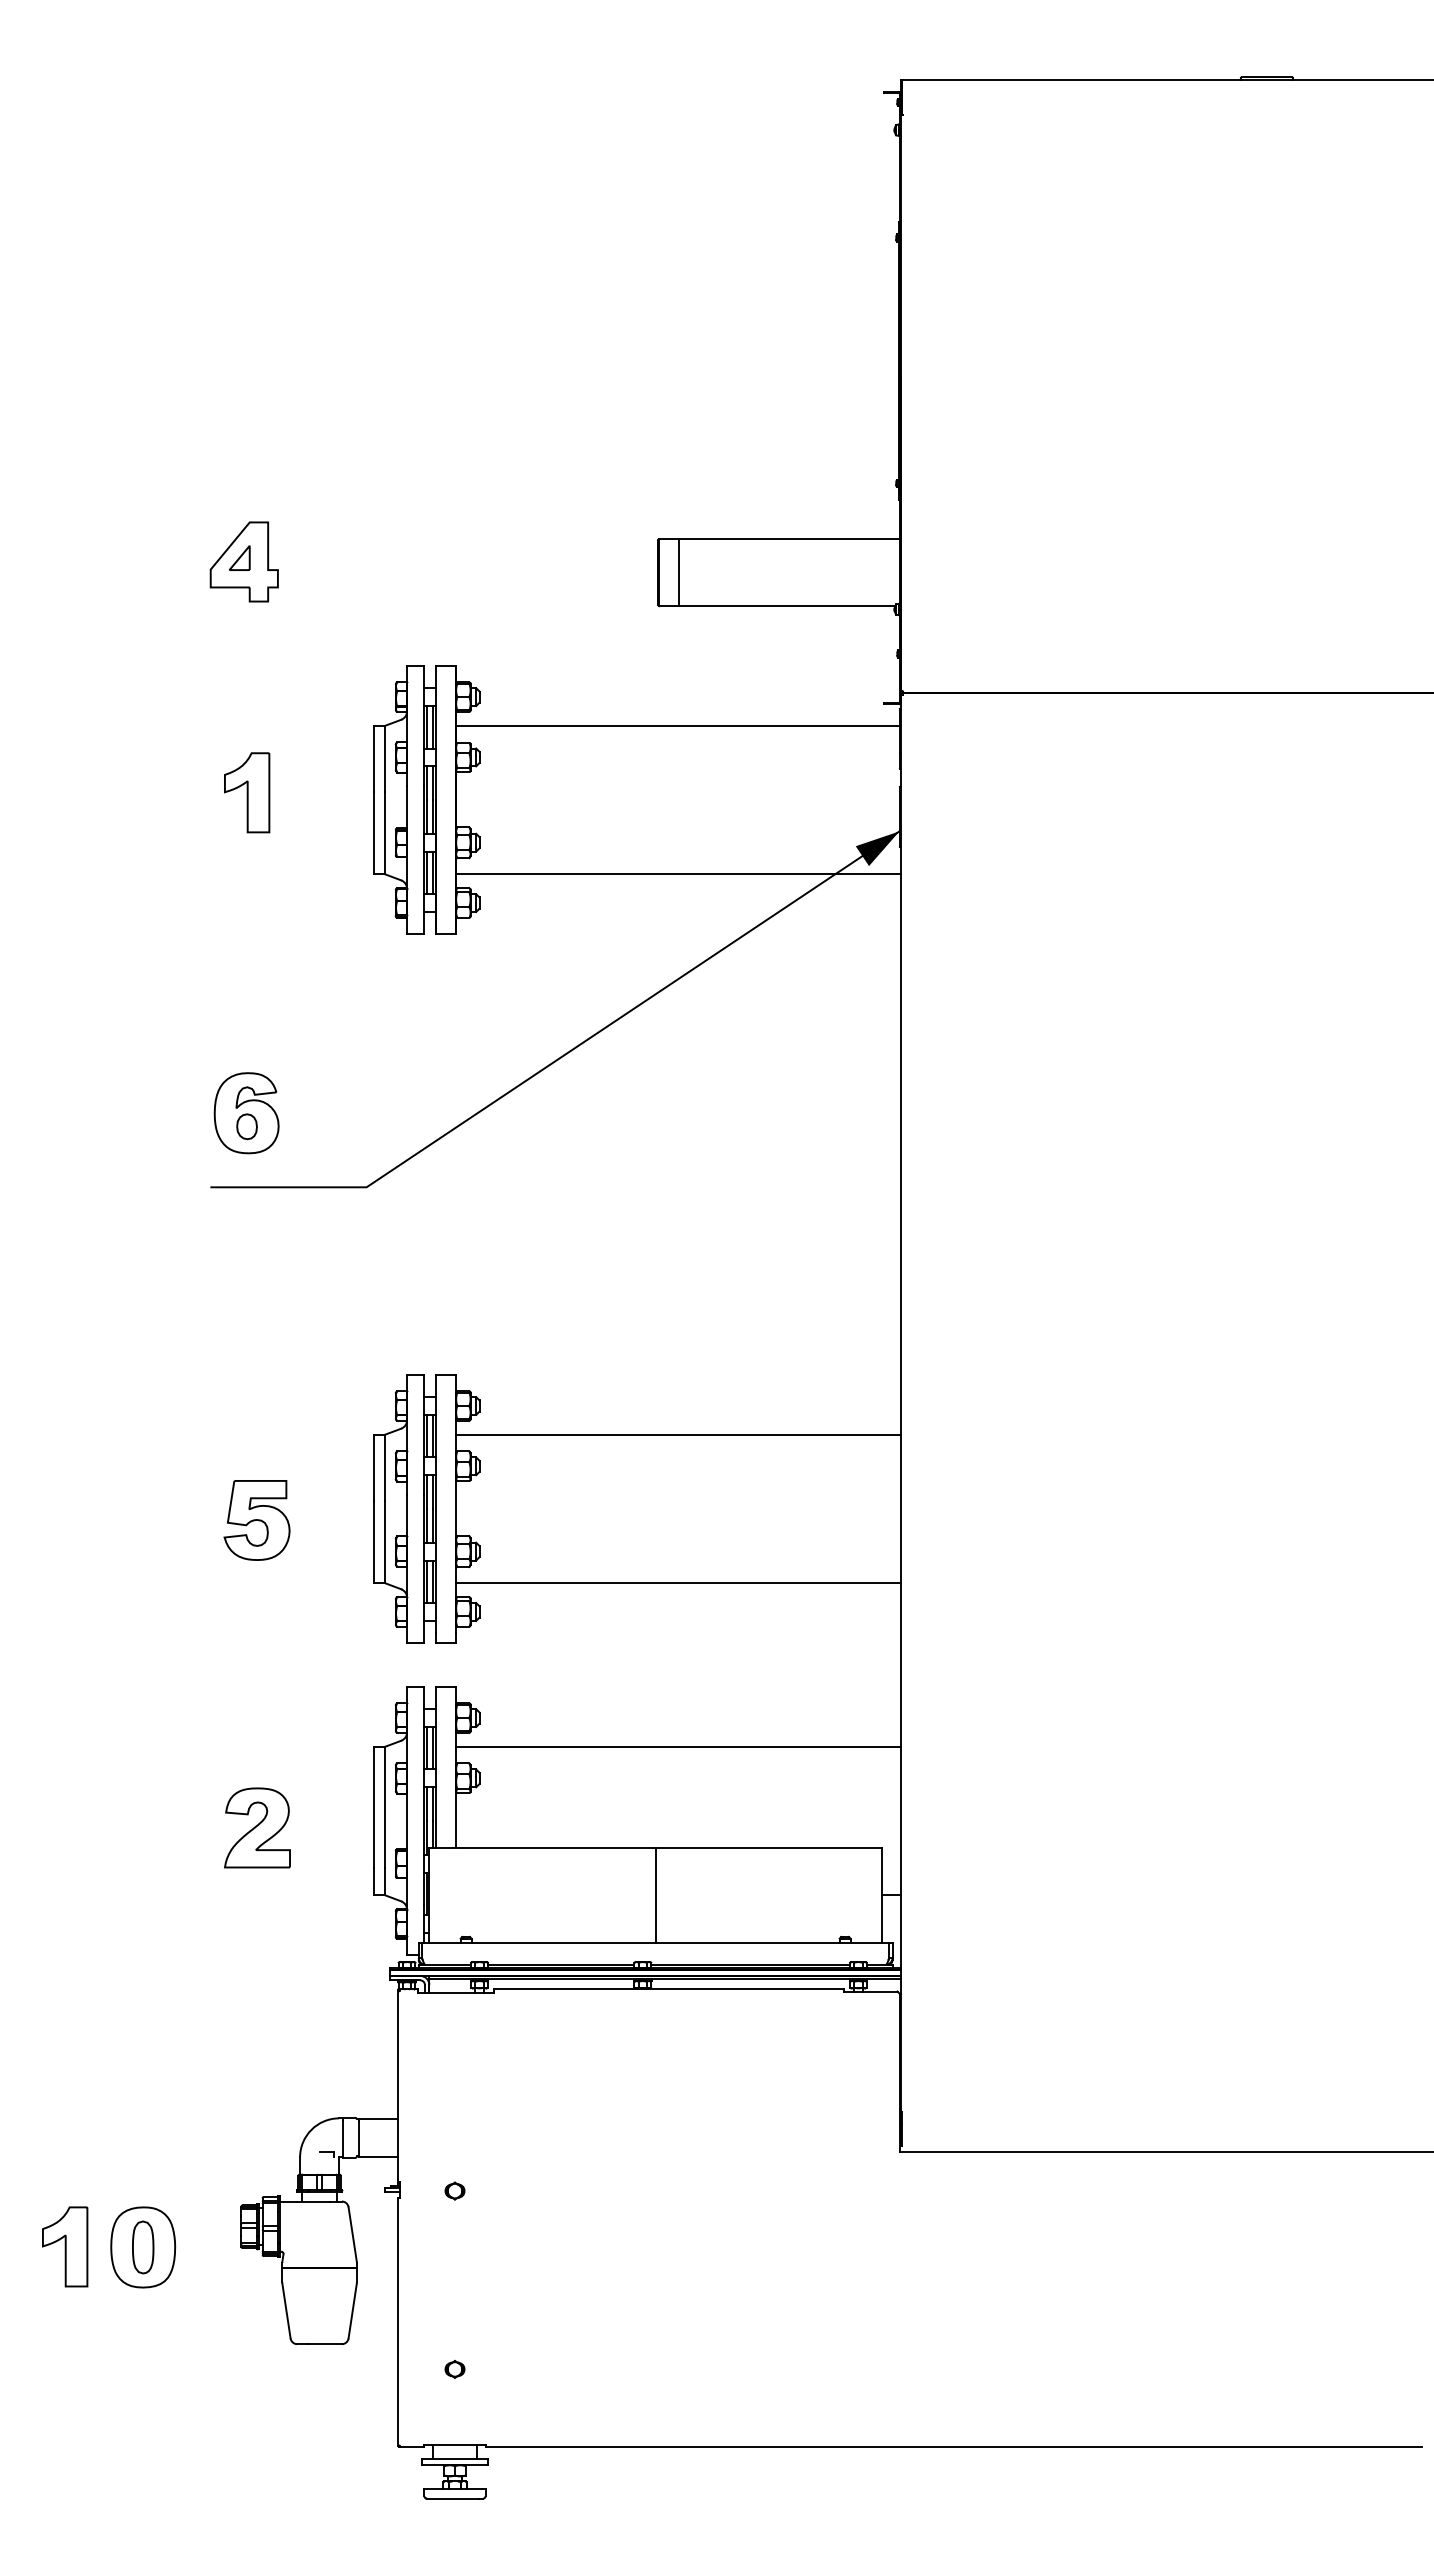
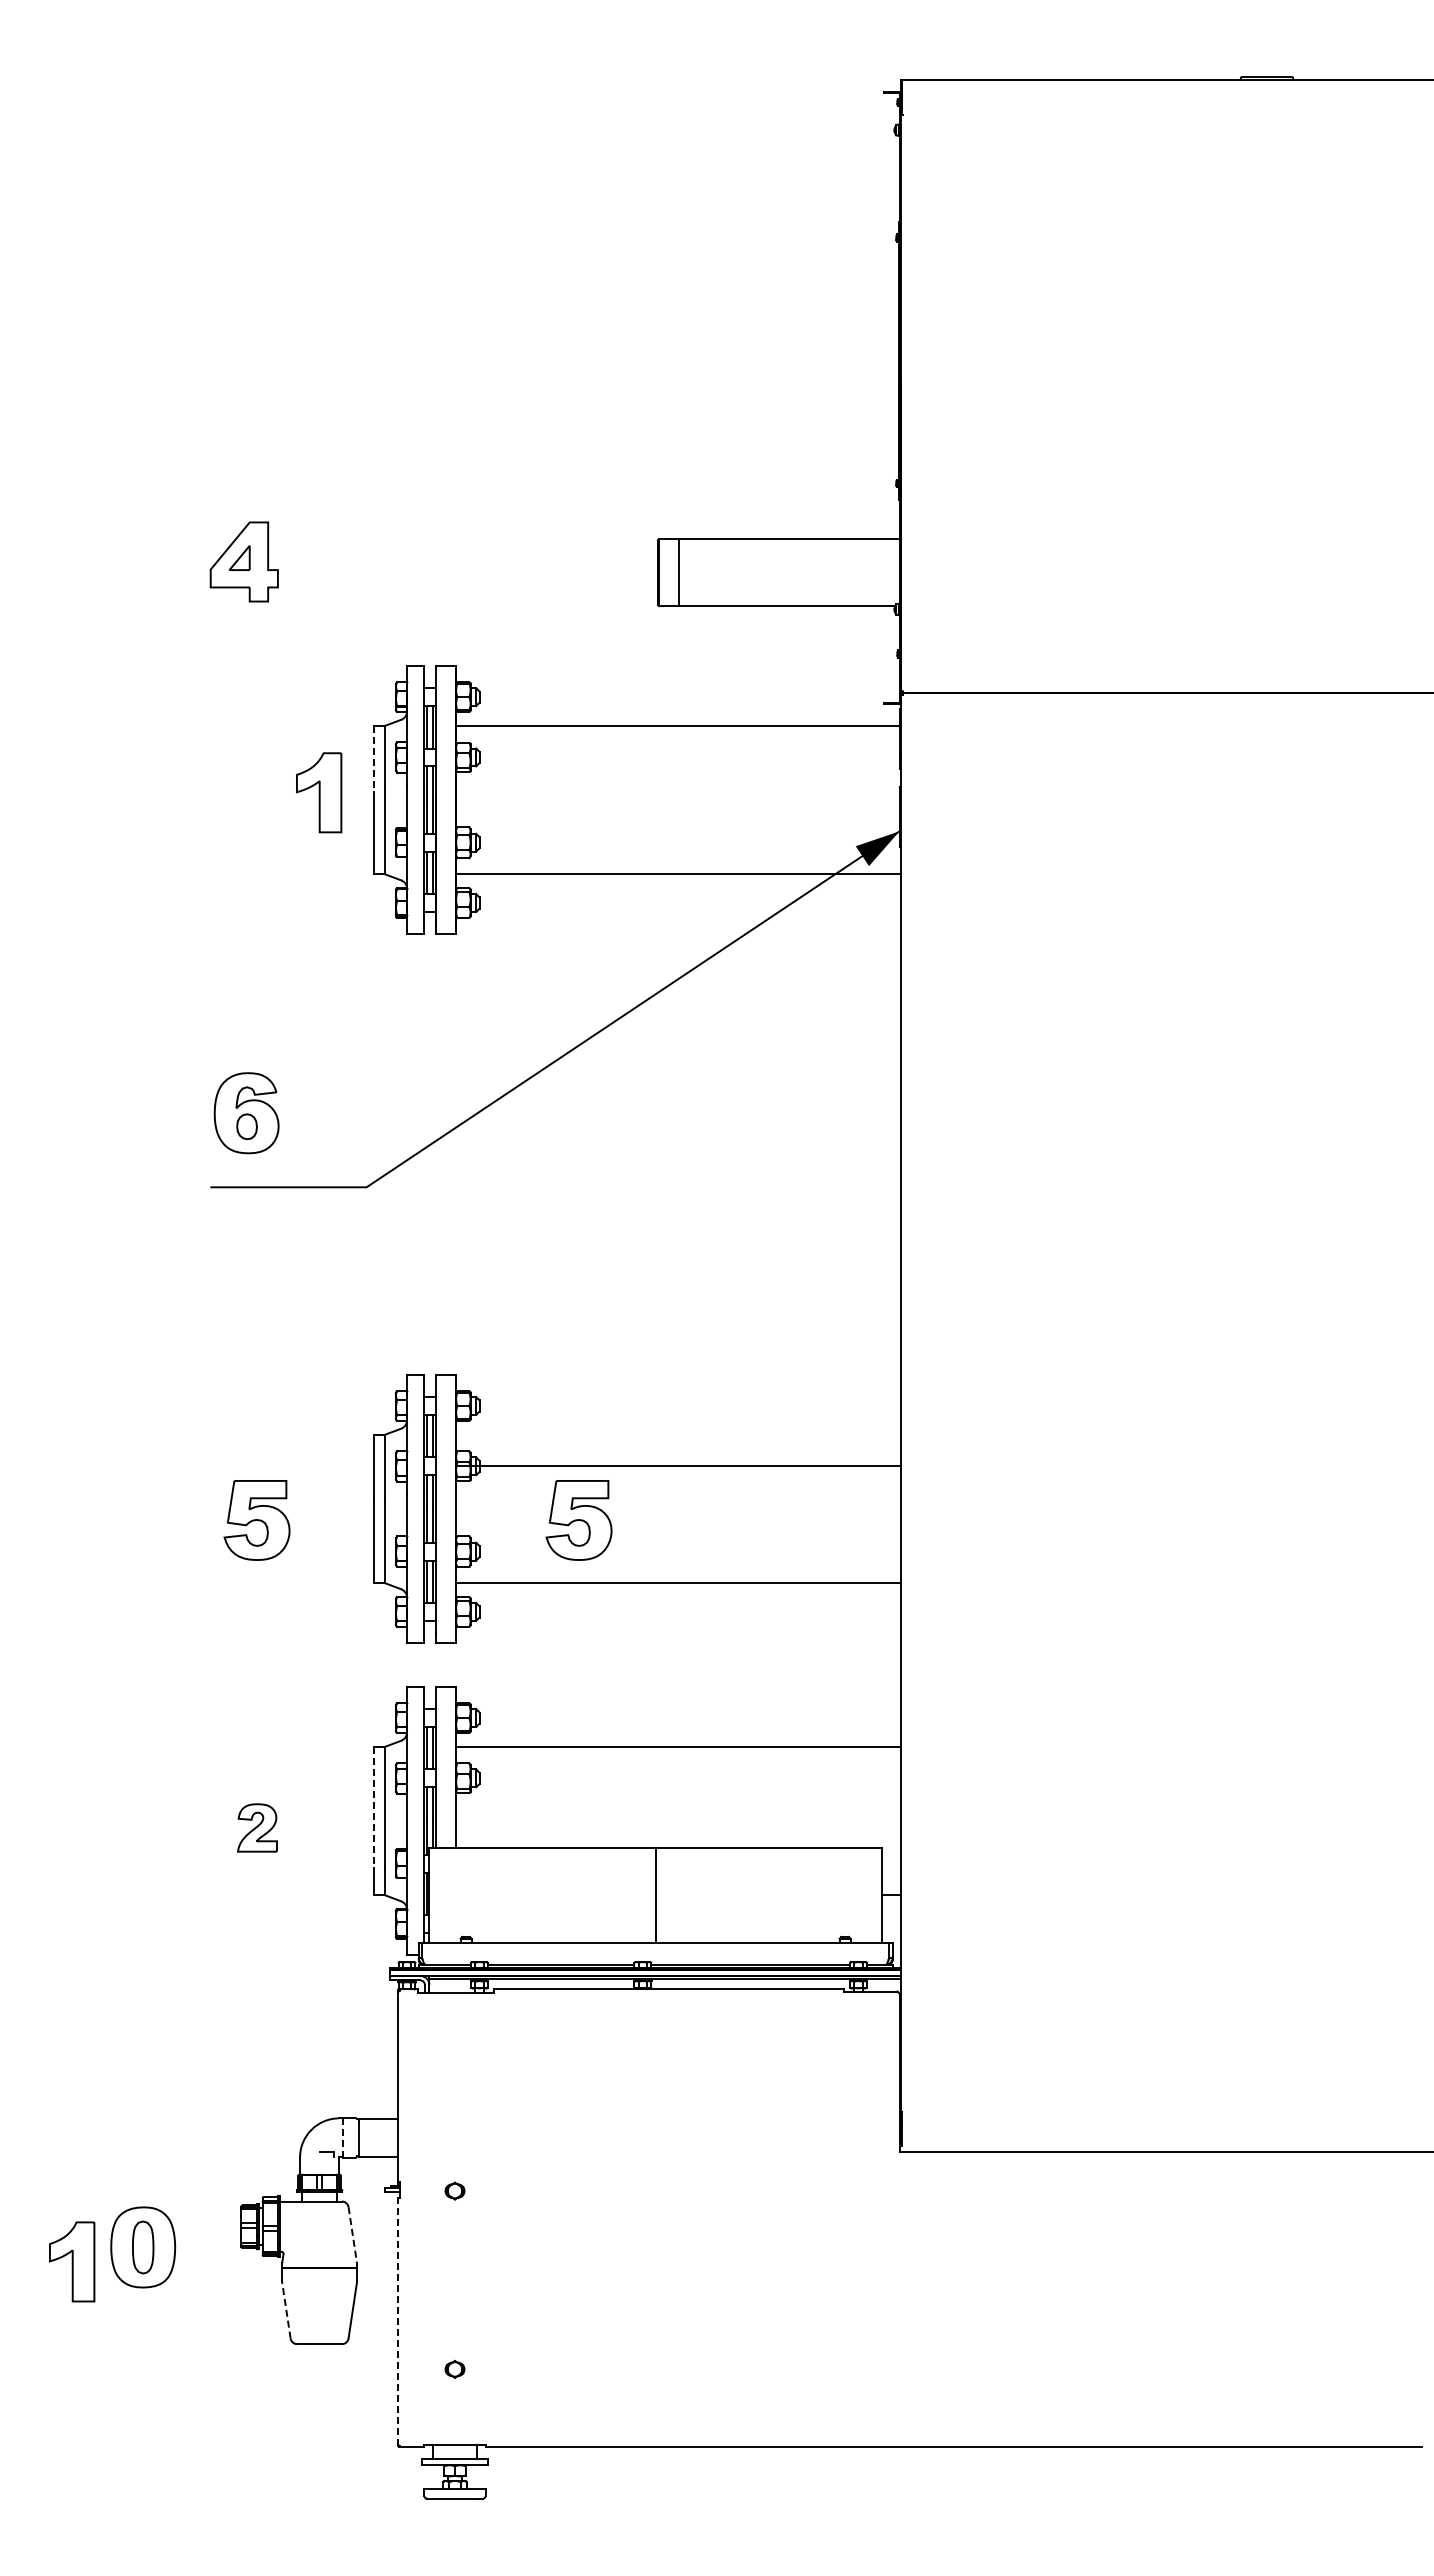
line at (373, 759): solid -> dashed
part at (247, 792) position: (247, 792) -> (319, 792)
line at (678, 1434) position: (678, 1434) -> (678, 1465)
part at (578, 1520): none -> present
line at (373, 1807): solid -> dashed
part at (257, 1827) size: 67x82 px -> 41x50 px
line at (343, 2139): solid -> dashed
line at (352, 2234): solid -> dashed
part at (65, 2246) position: (65, 2246) -> (72, 2261)
line at (286, 2310): solid -> dashed
line at (398, 2321): solid -> dashed
